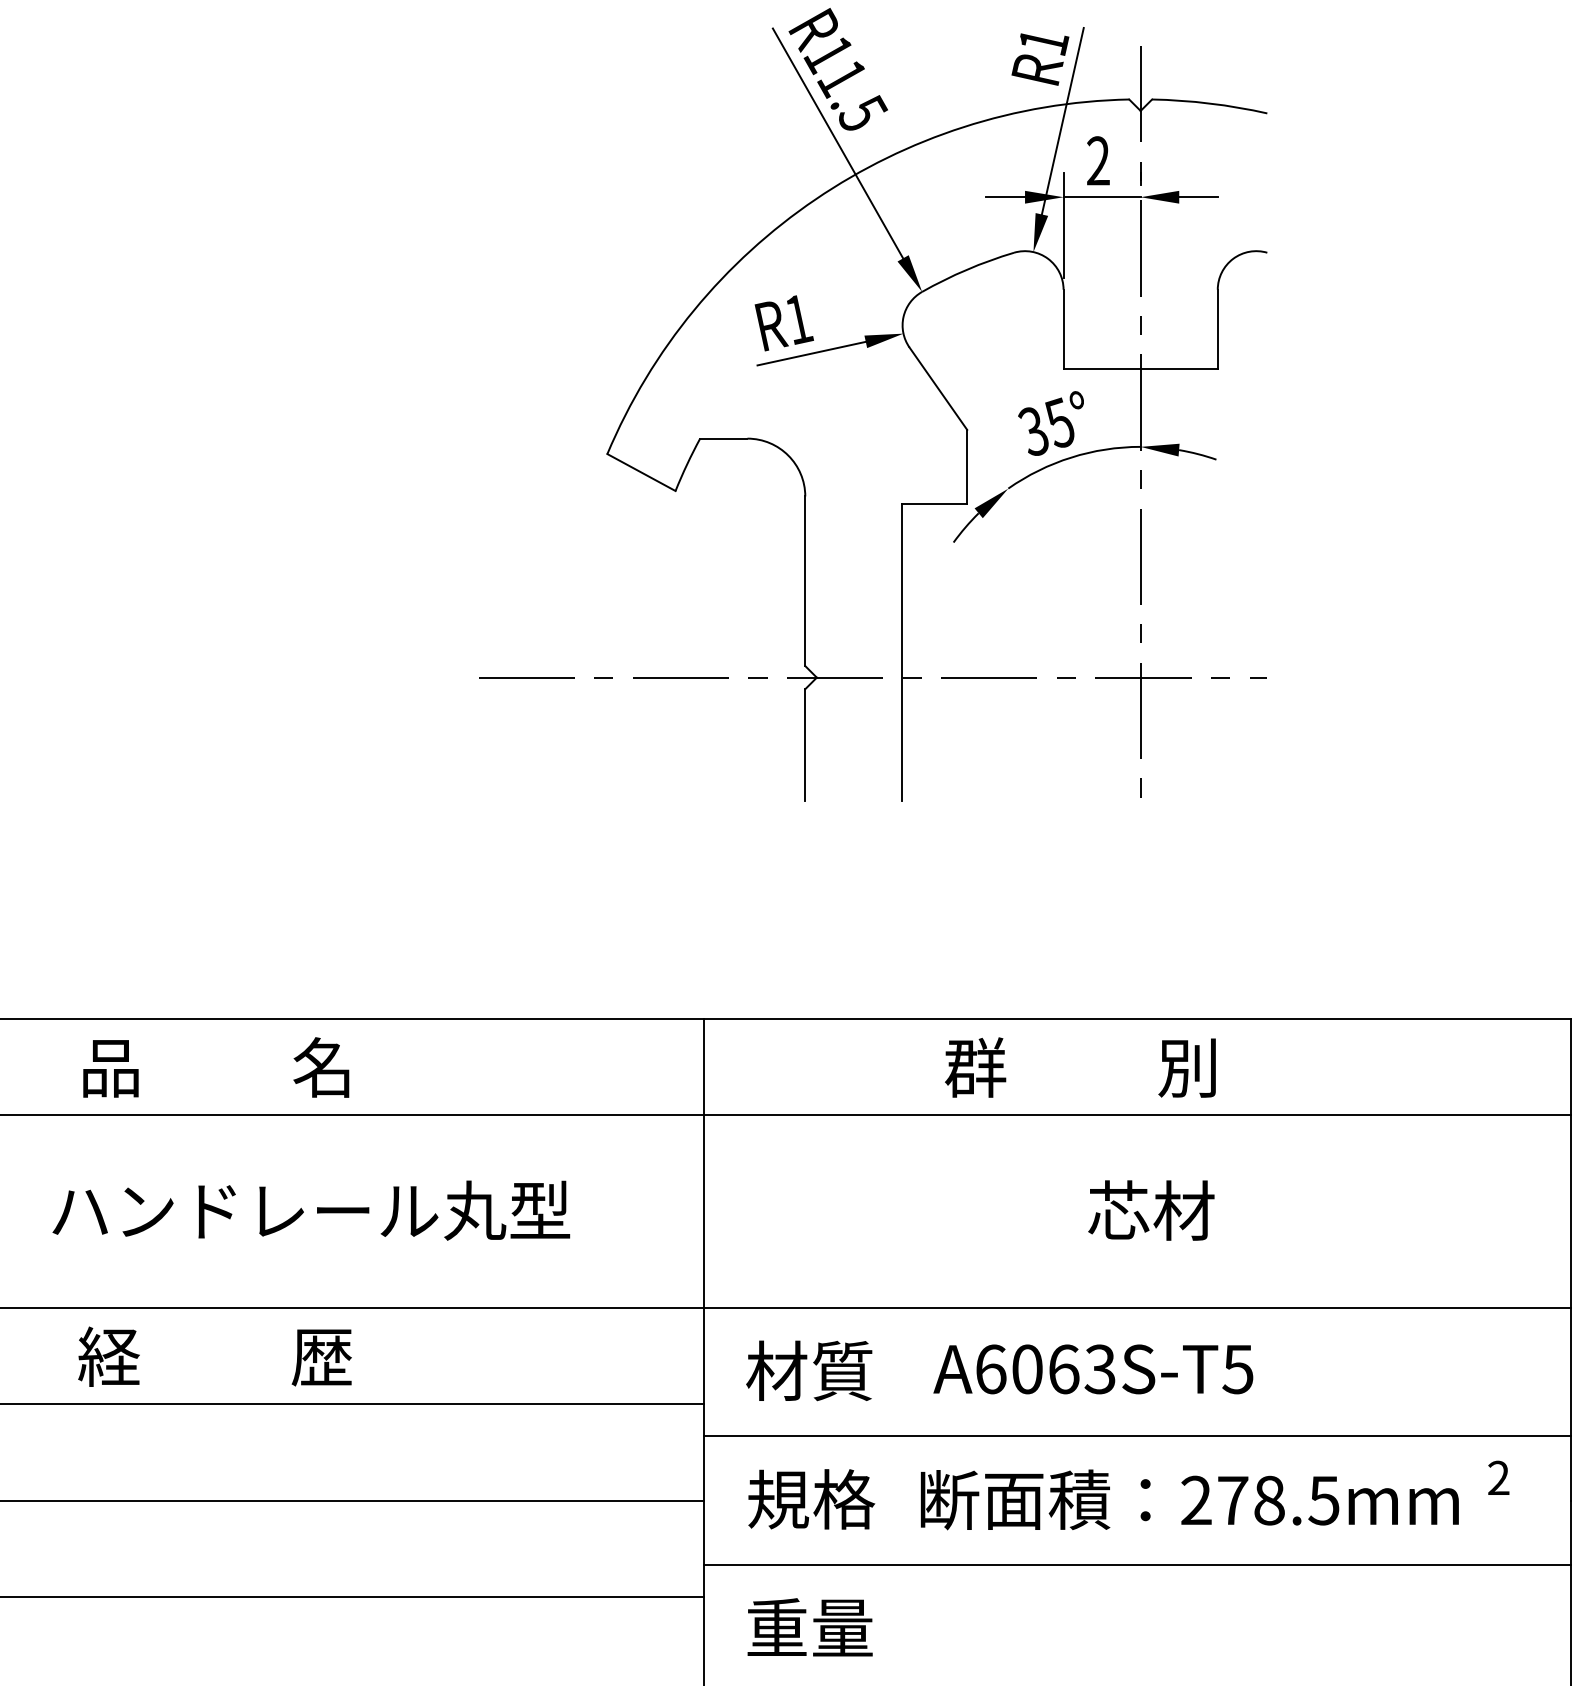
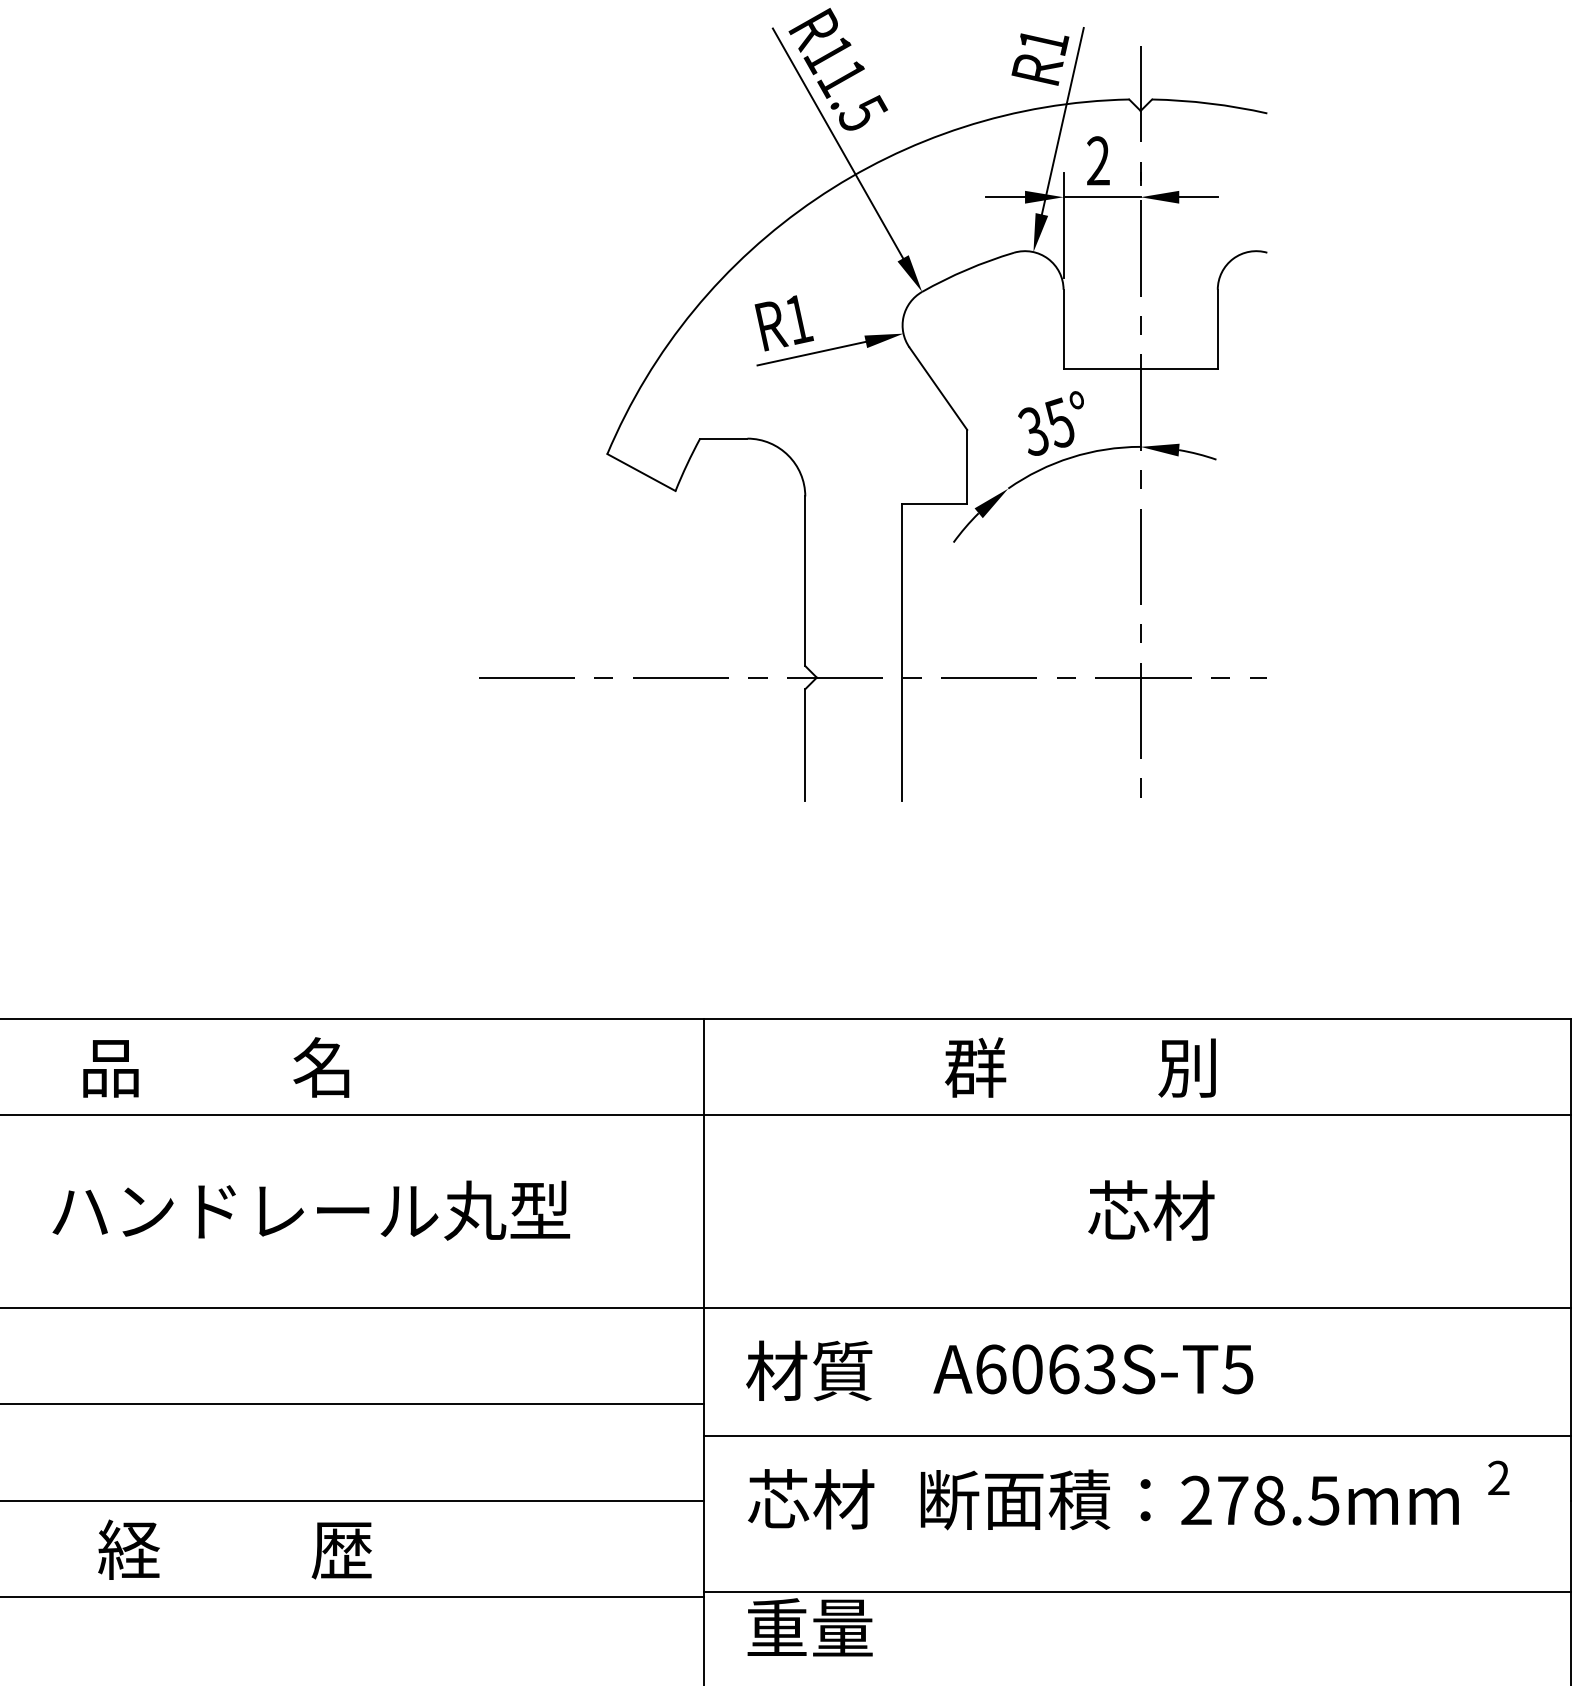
text at (214, 1356) position: (214, 1356) -> (234, 1549)
text at (811, 1499): 規格 -> 芯材
line at (1135, 1564) position: (1135, 1564) -> (1135, 1591)
